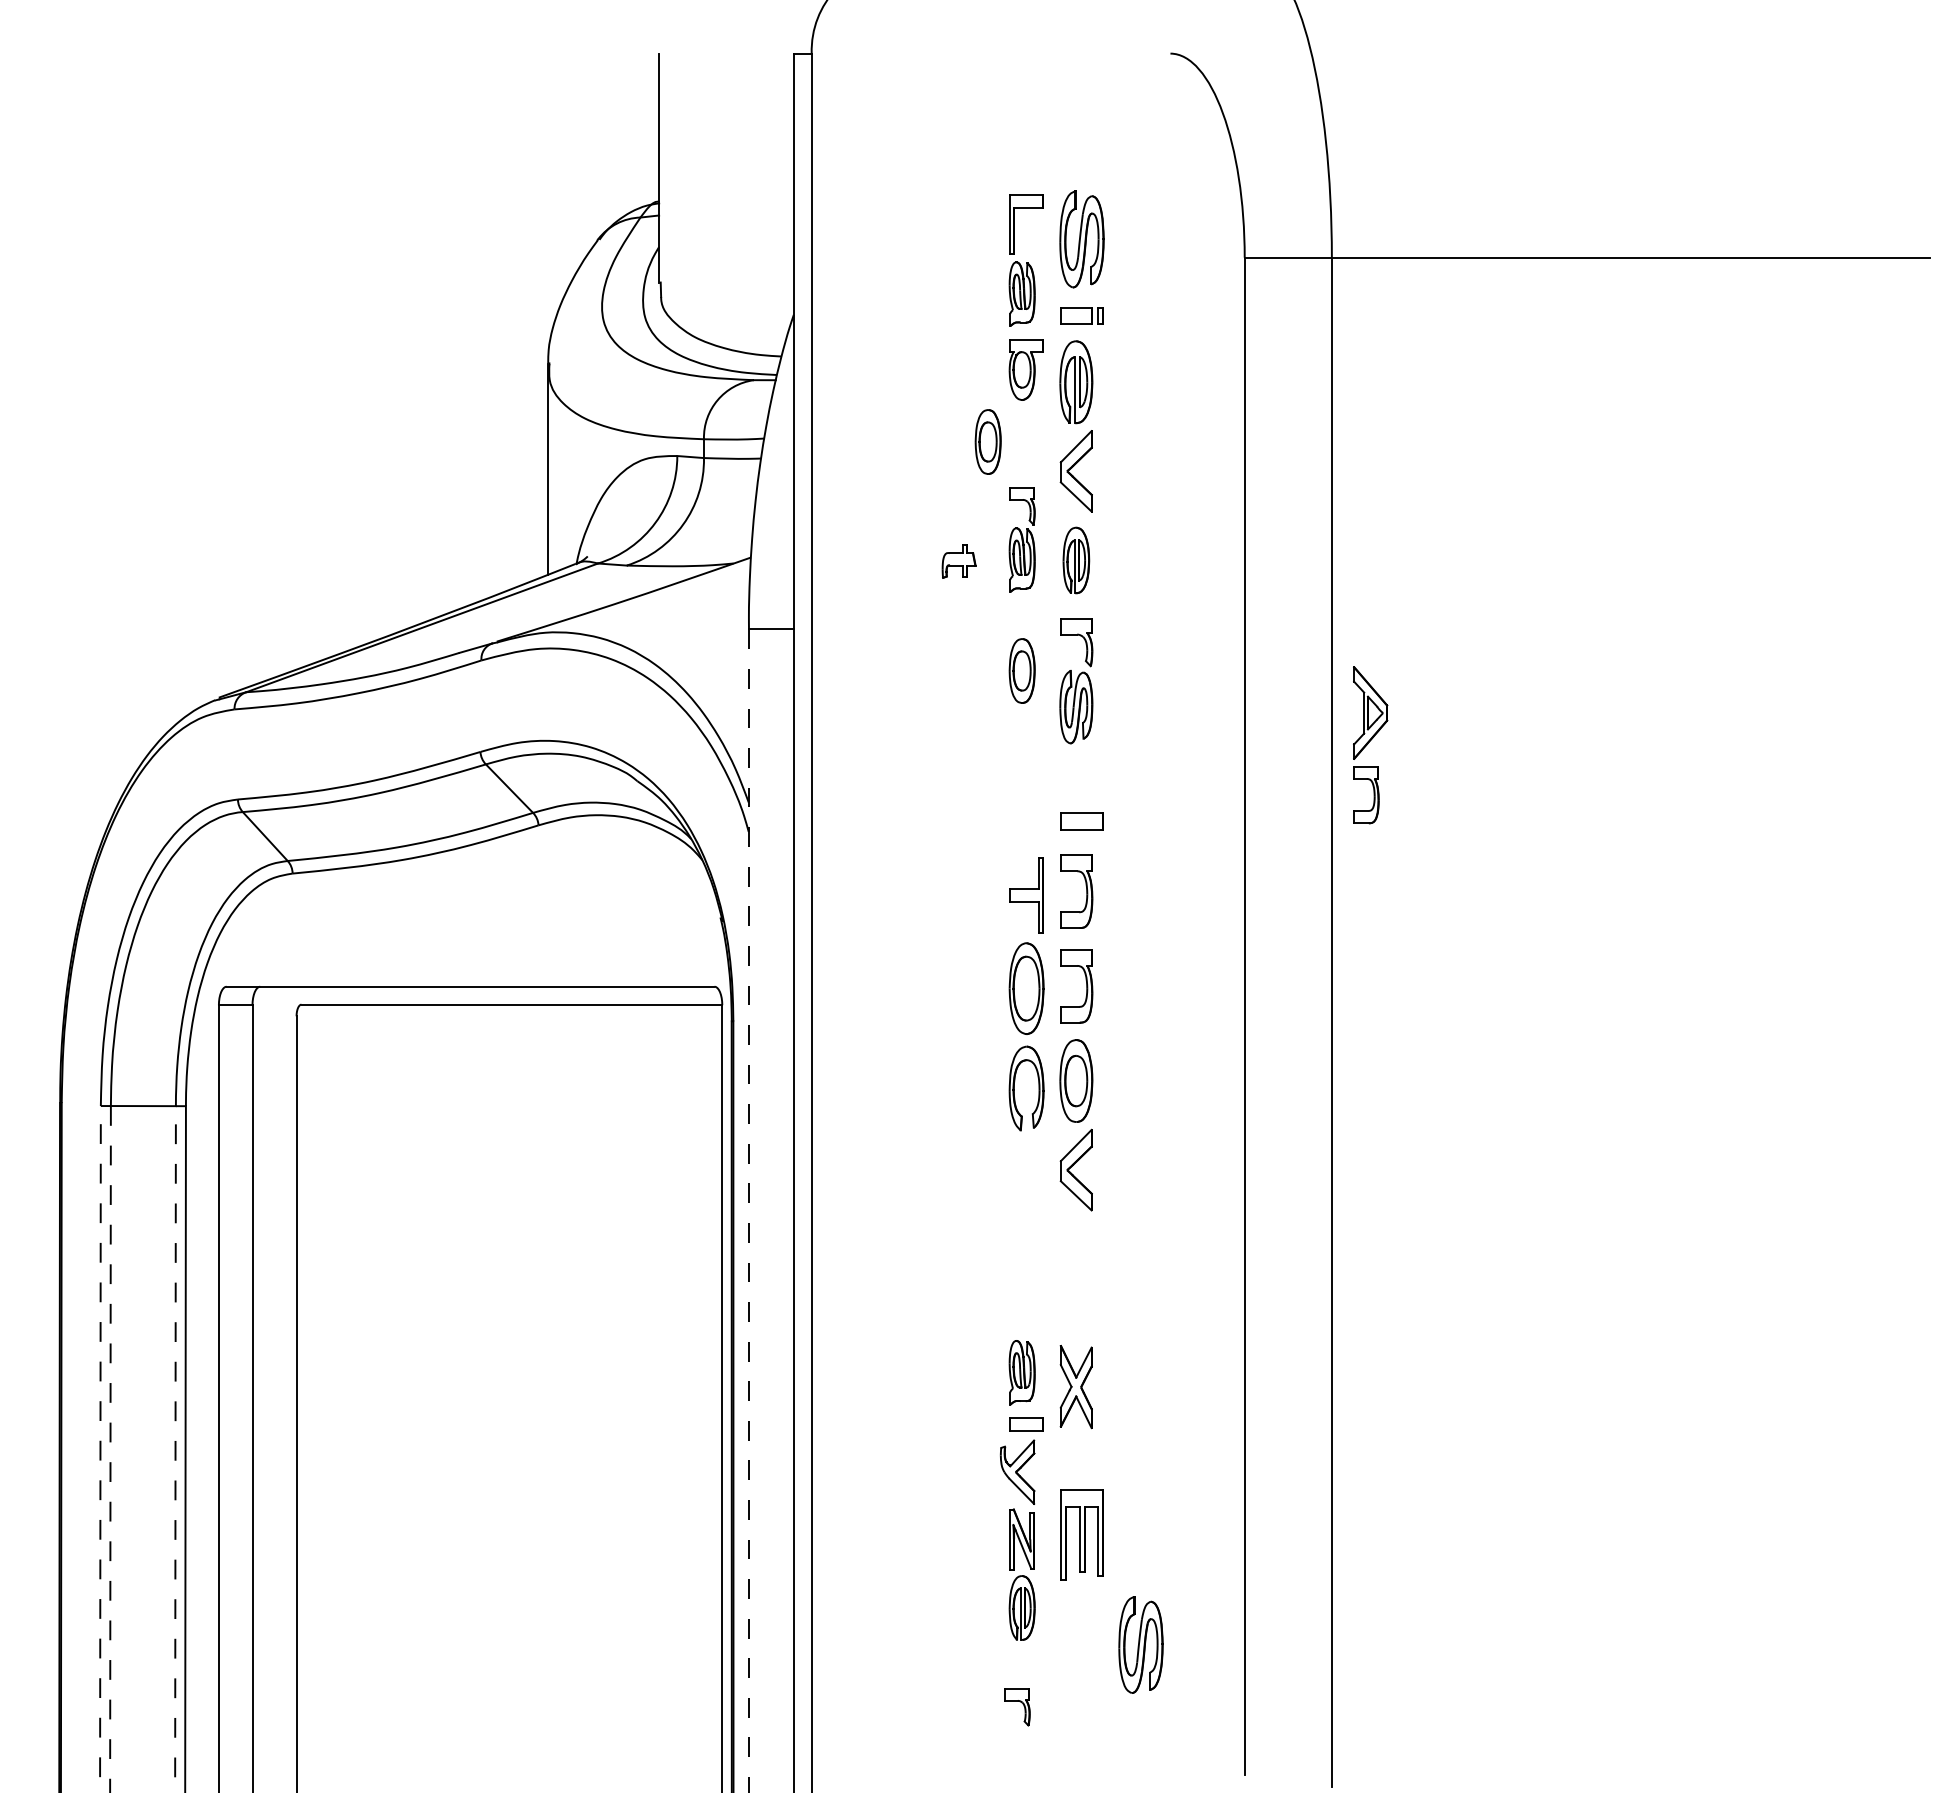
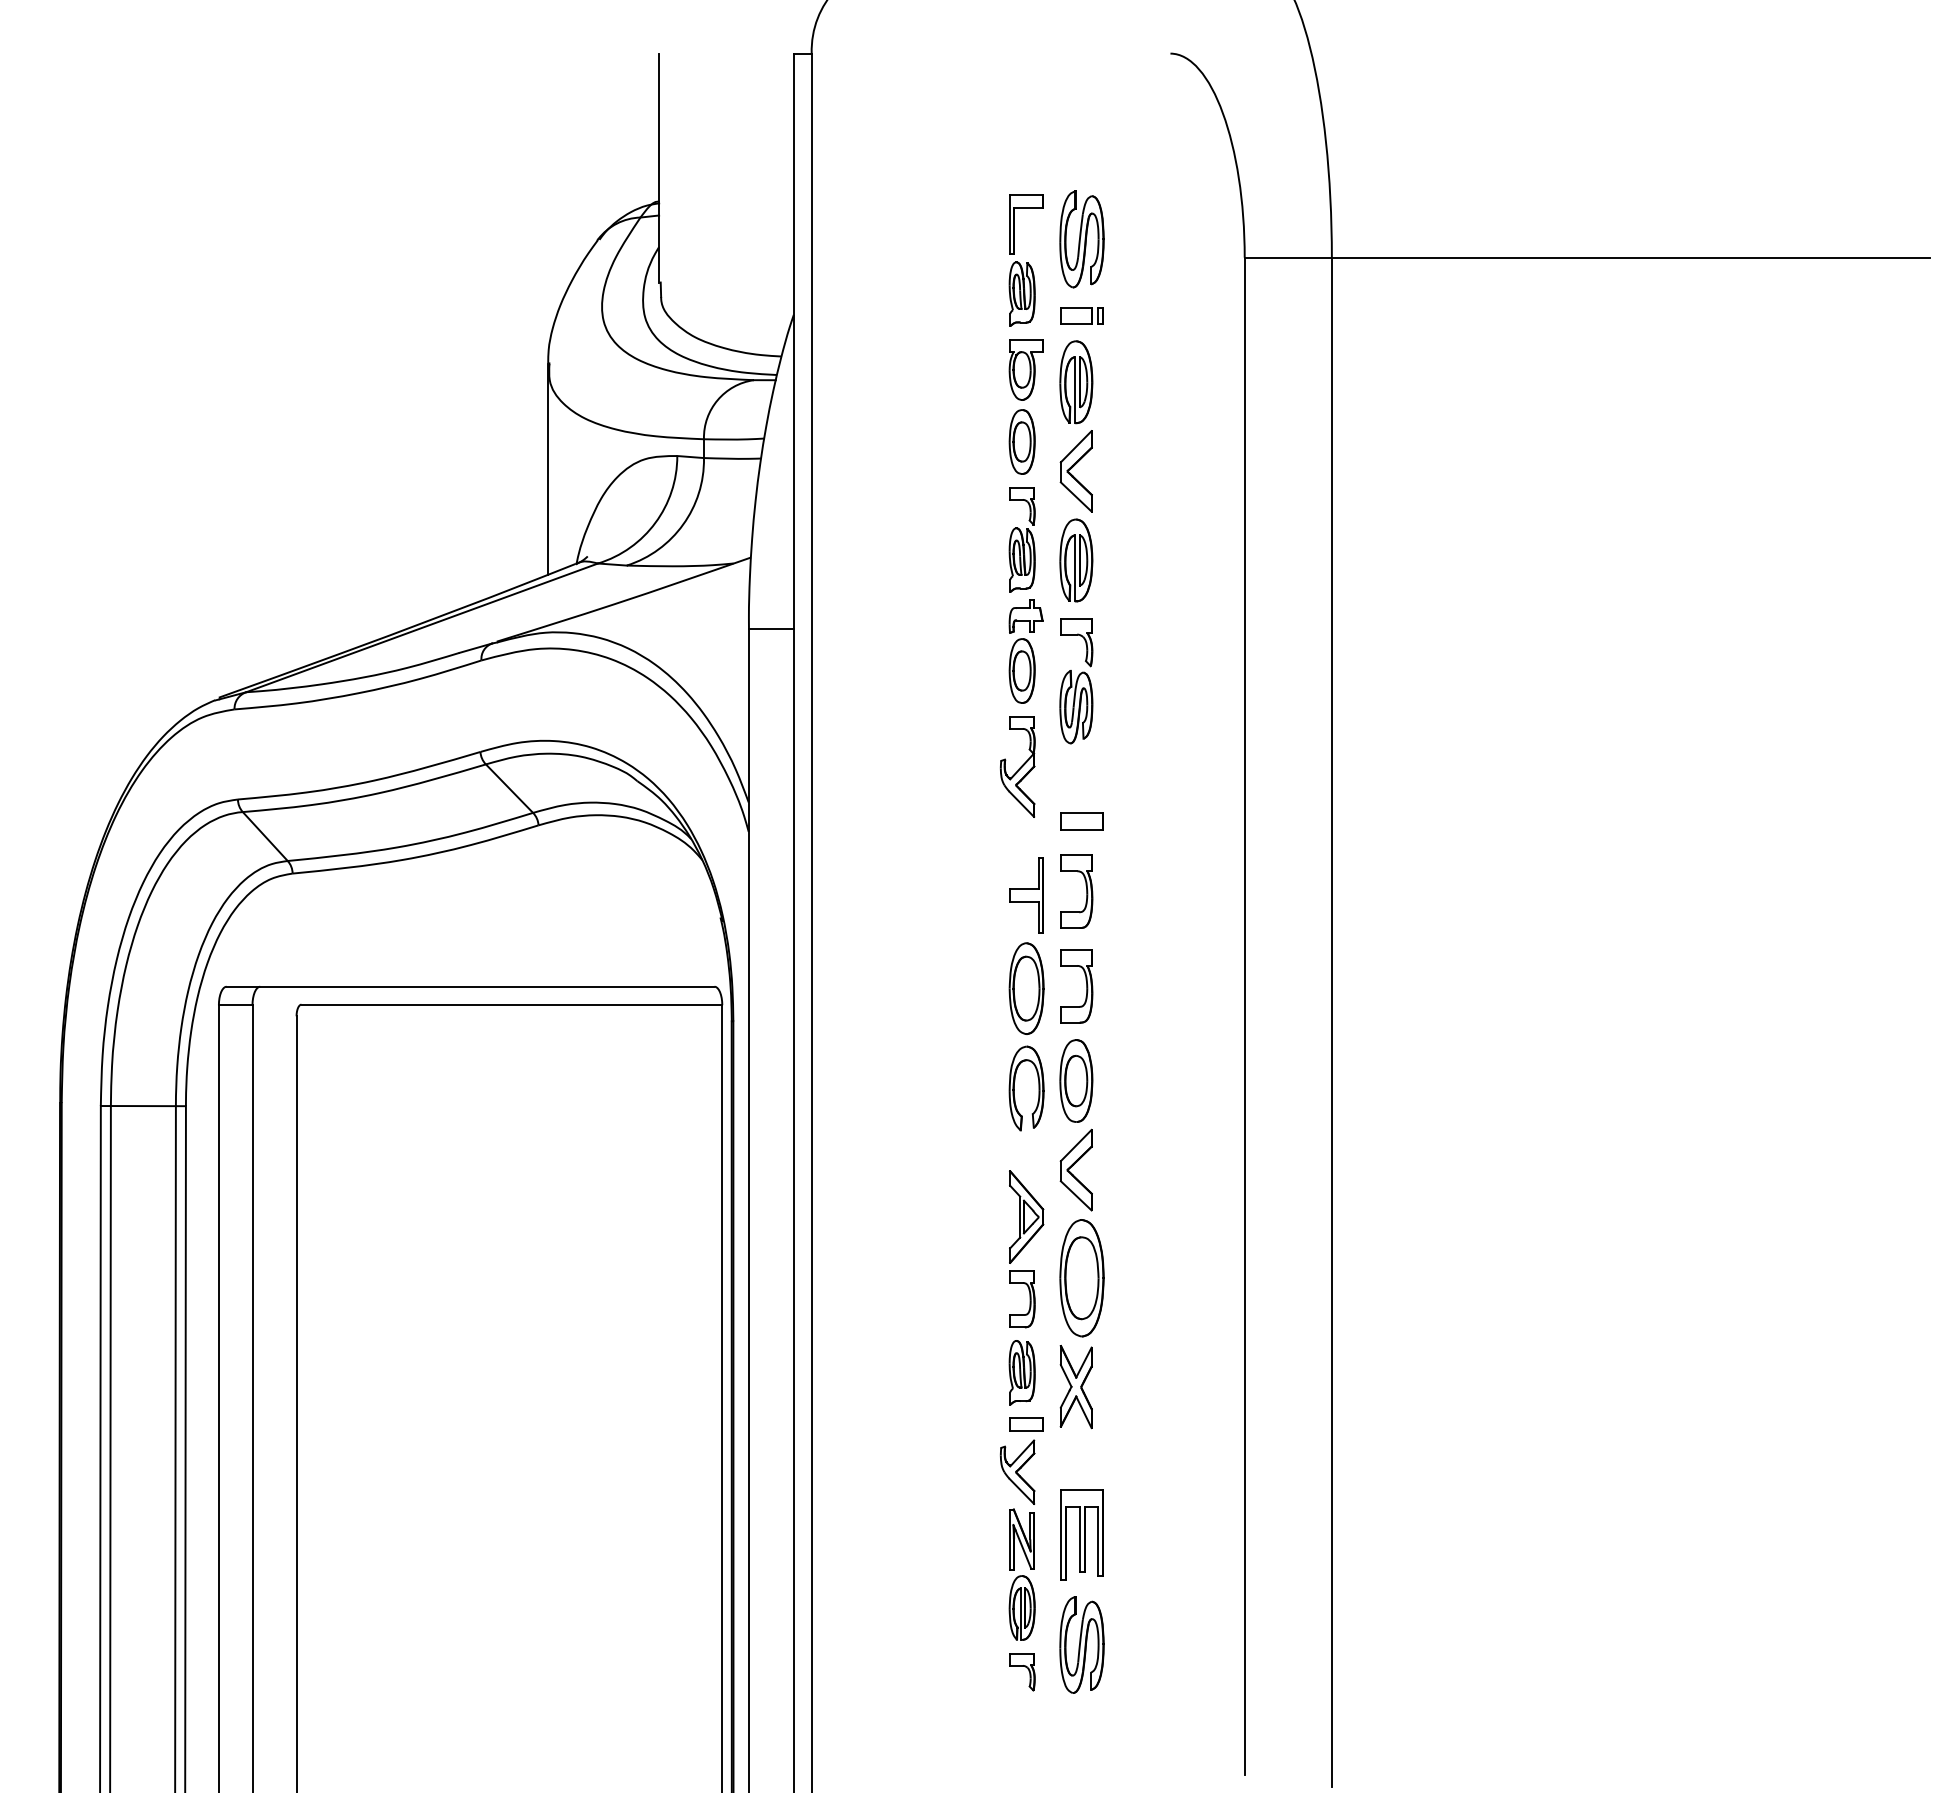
part at (987, 441) position: (987, 441) -> (1021, 441)
part at (1076, 560) size: 29x69 px -> 35x85 px
part at (958, 561) position: (958, 561) -> (1025, 616)
part at (1370, 745) position: (1370, 745) -> (1026, 1249)
part at (1017, 766): none -> present
line at (748, 1211): dashed -> solid
part at (1081, 1278): none -> present
line at (100, 1448): dashed -> solid
line at (110, 1449): dashed -> solid
line at (175, 1449): dashed -> solid
part at (1140, 1644) position: (1140, 1644) -> (1081, 1644)
part at (1017, 1707) position: (1017, 1707) -> (1022, 1672)
